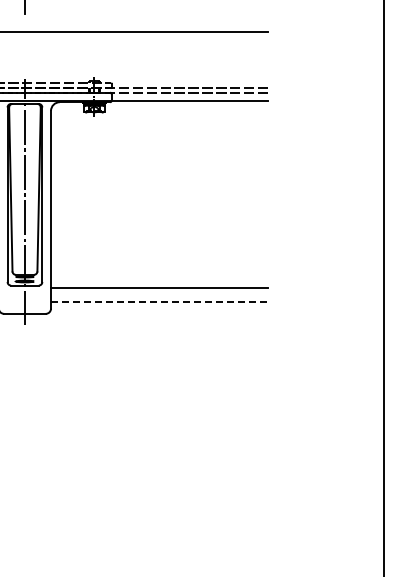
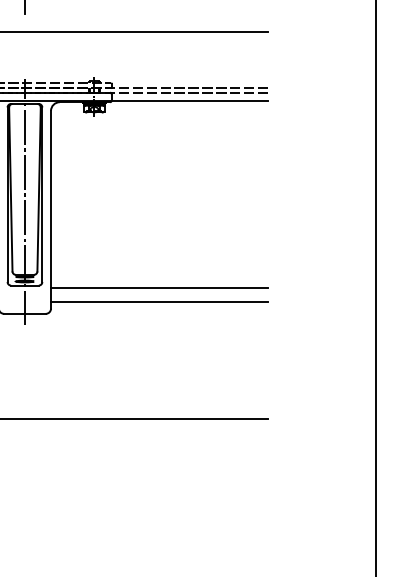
line at (383, 287) position: (383, 287) -> (375, 287)
line at (159, 302): dashed -> solid
line at (135, 418): none -> present
